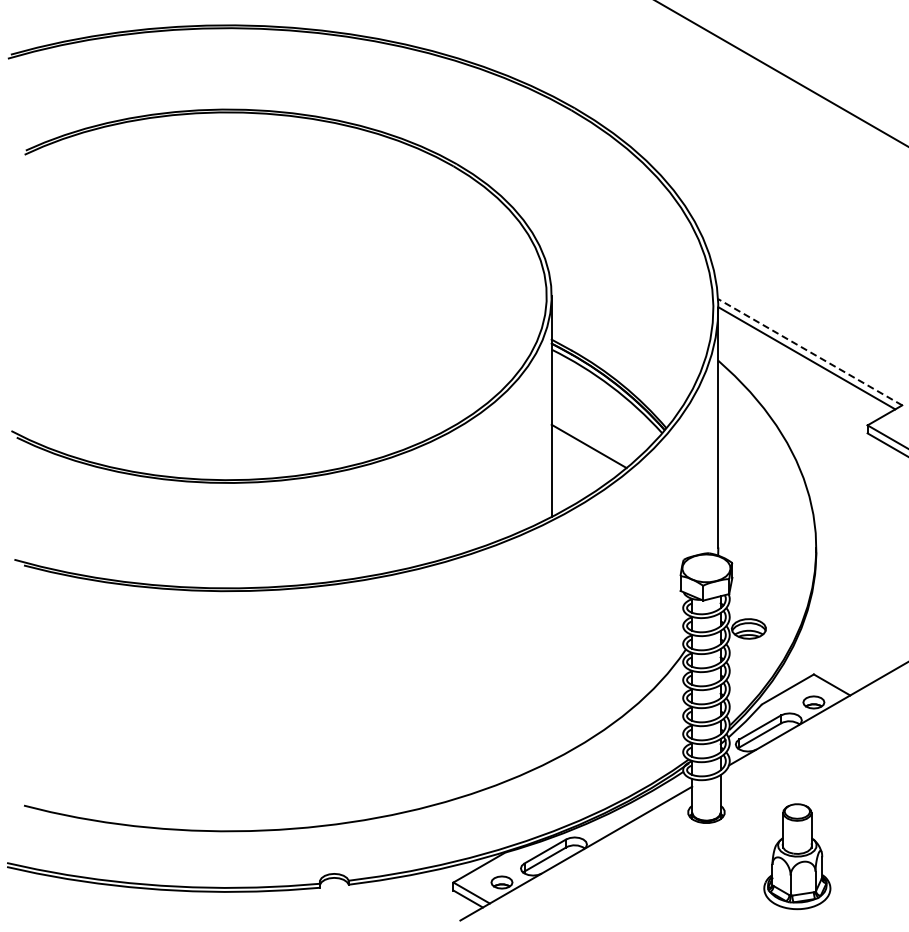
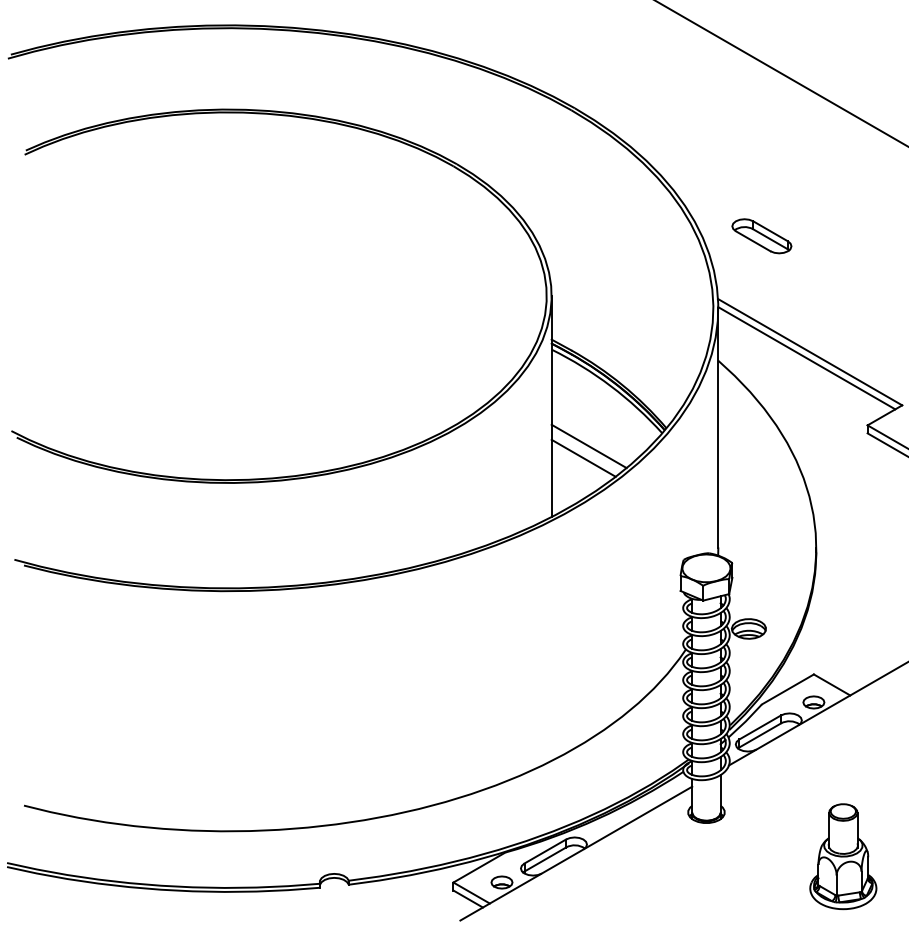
part at (761, 236): none -> present
line at (809, 351): dashed -> solid
line at (583, 457): none -> present
part at (797, 856) position: (797, 856) -> (843, 856)
